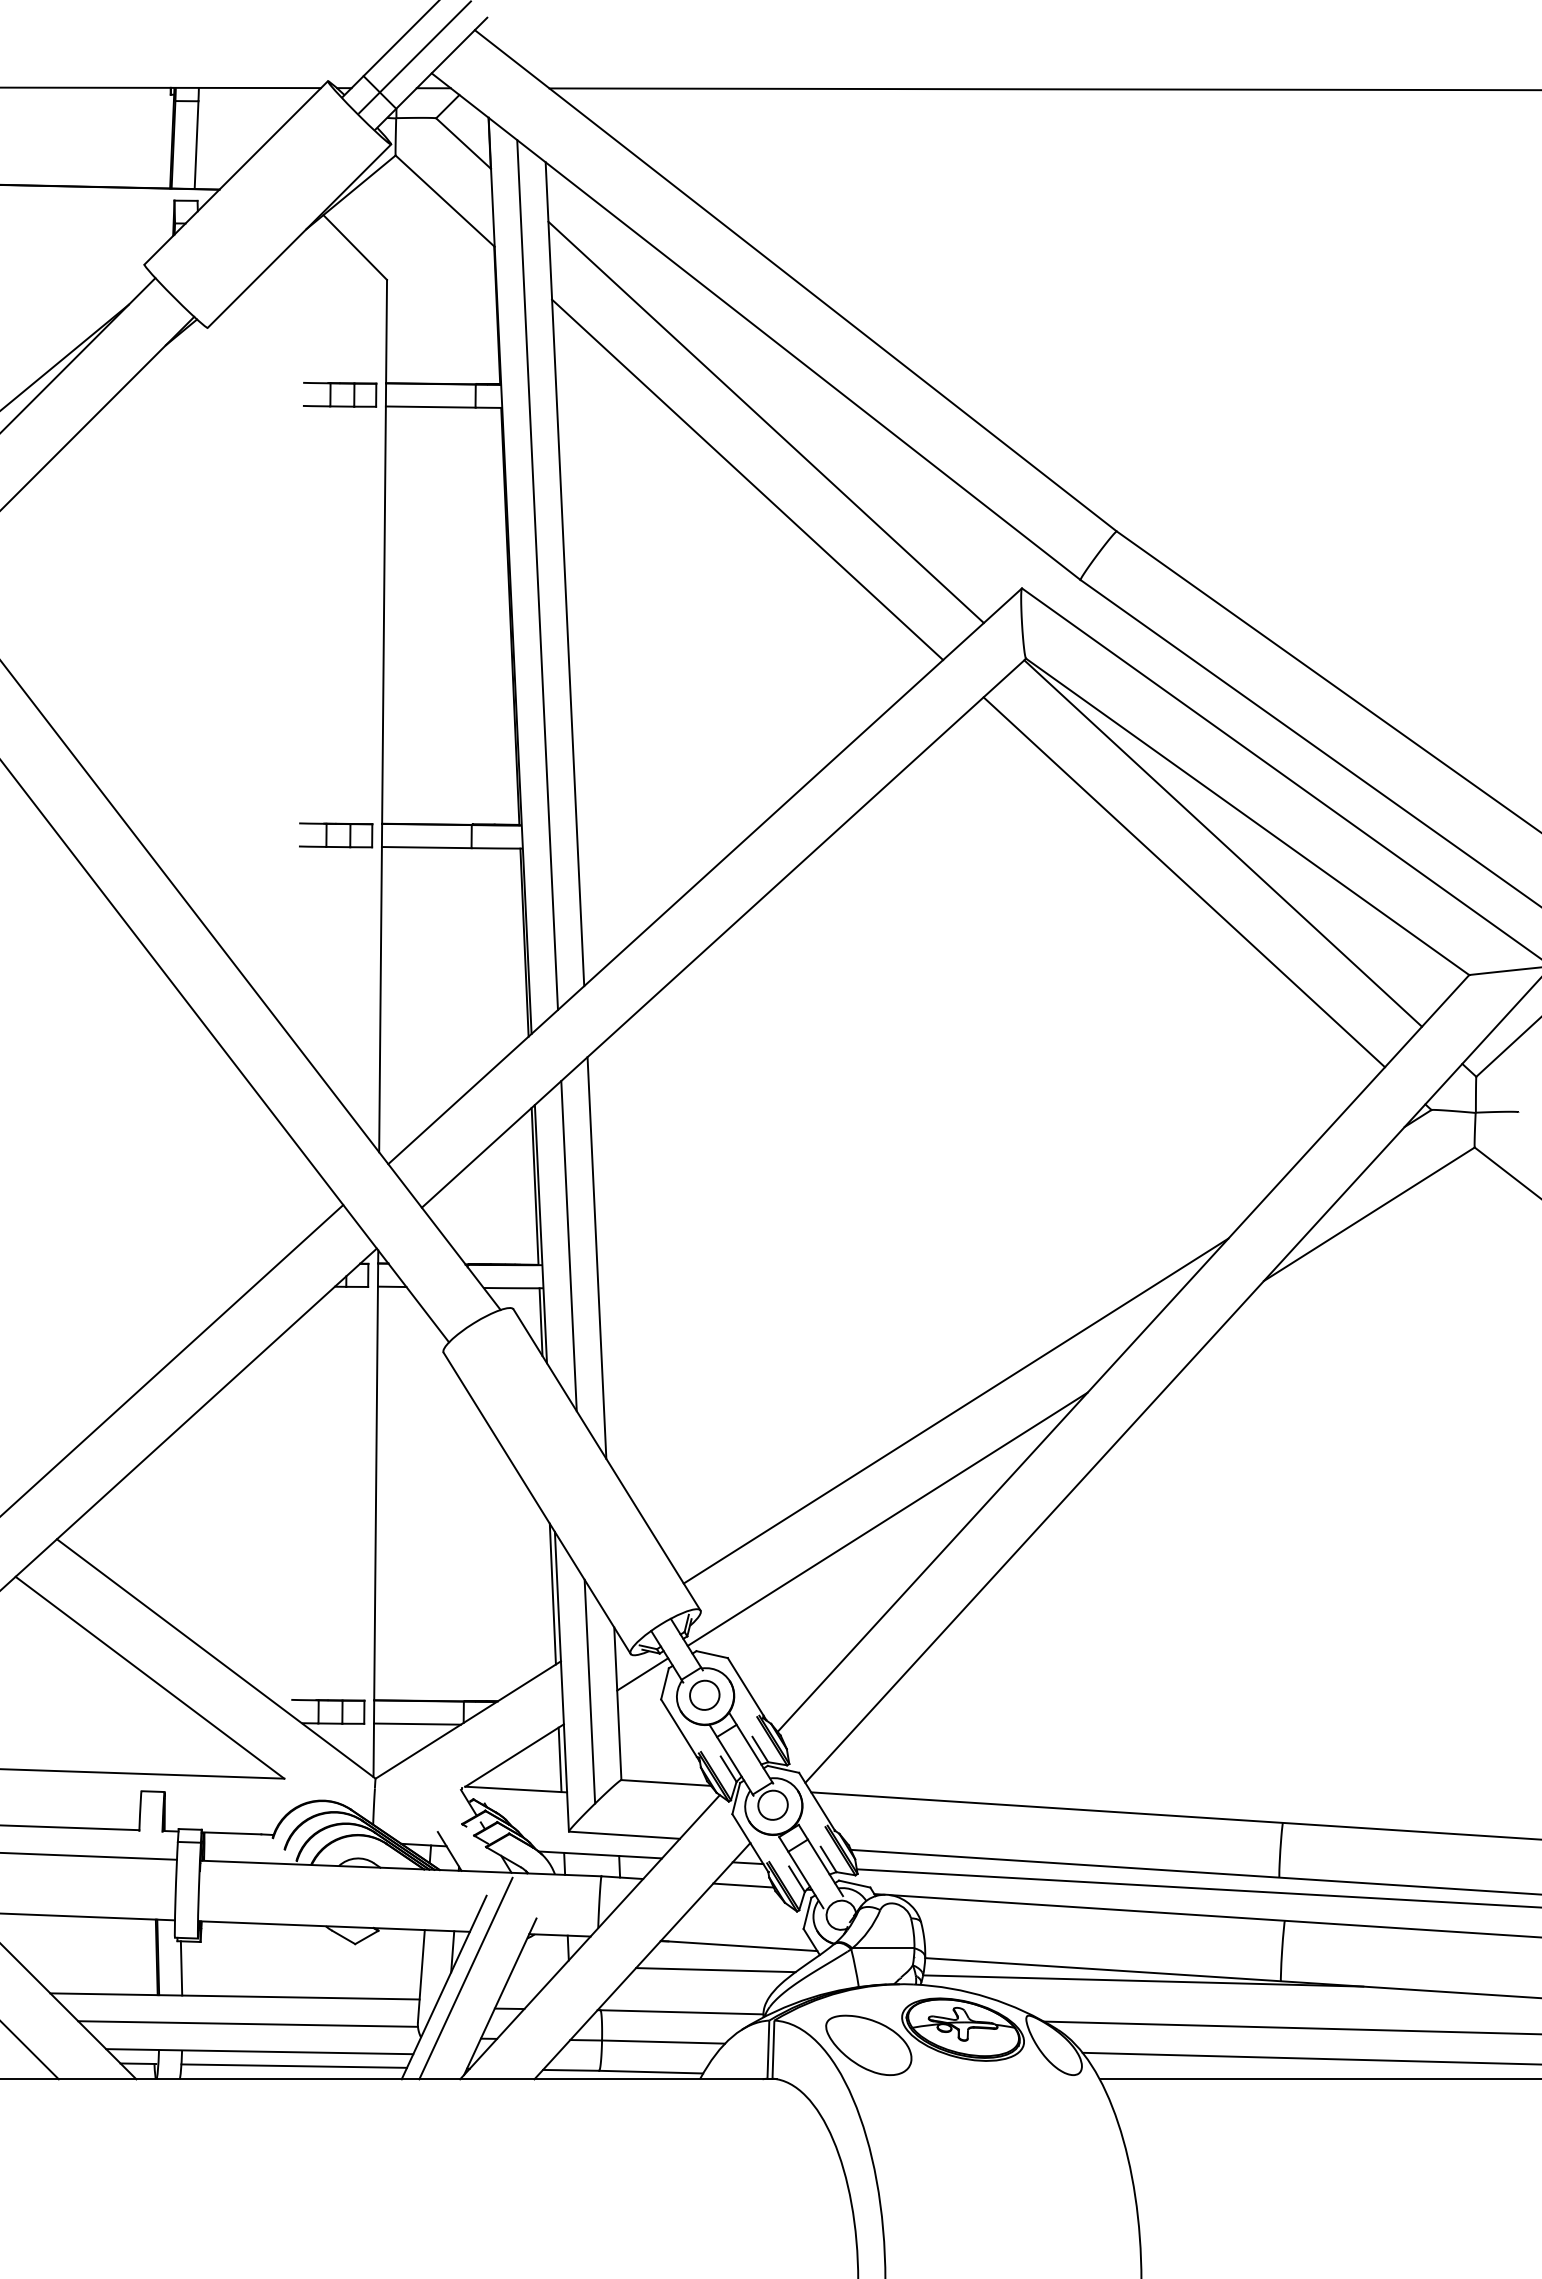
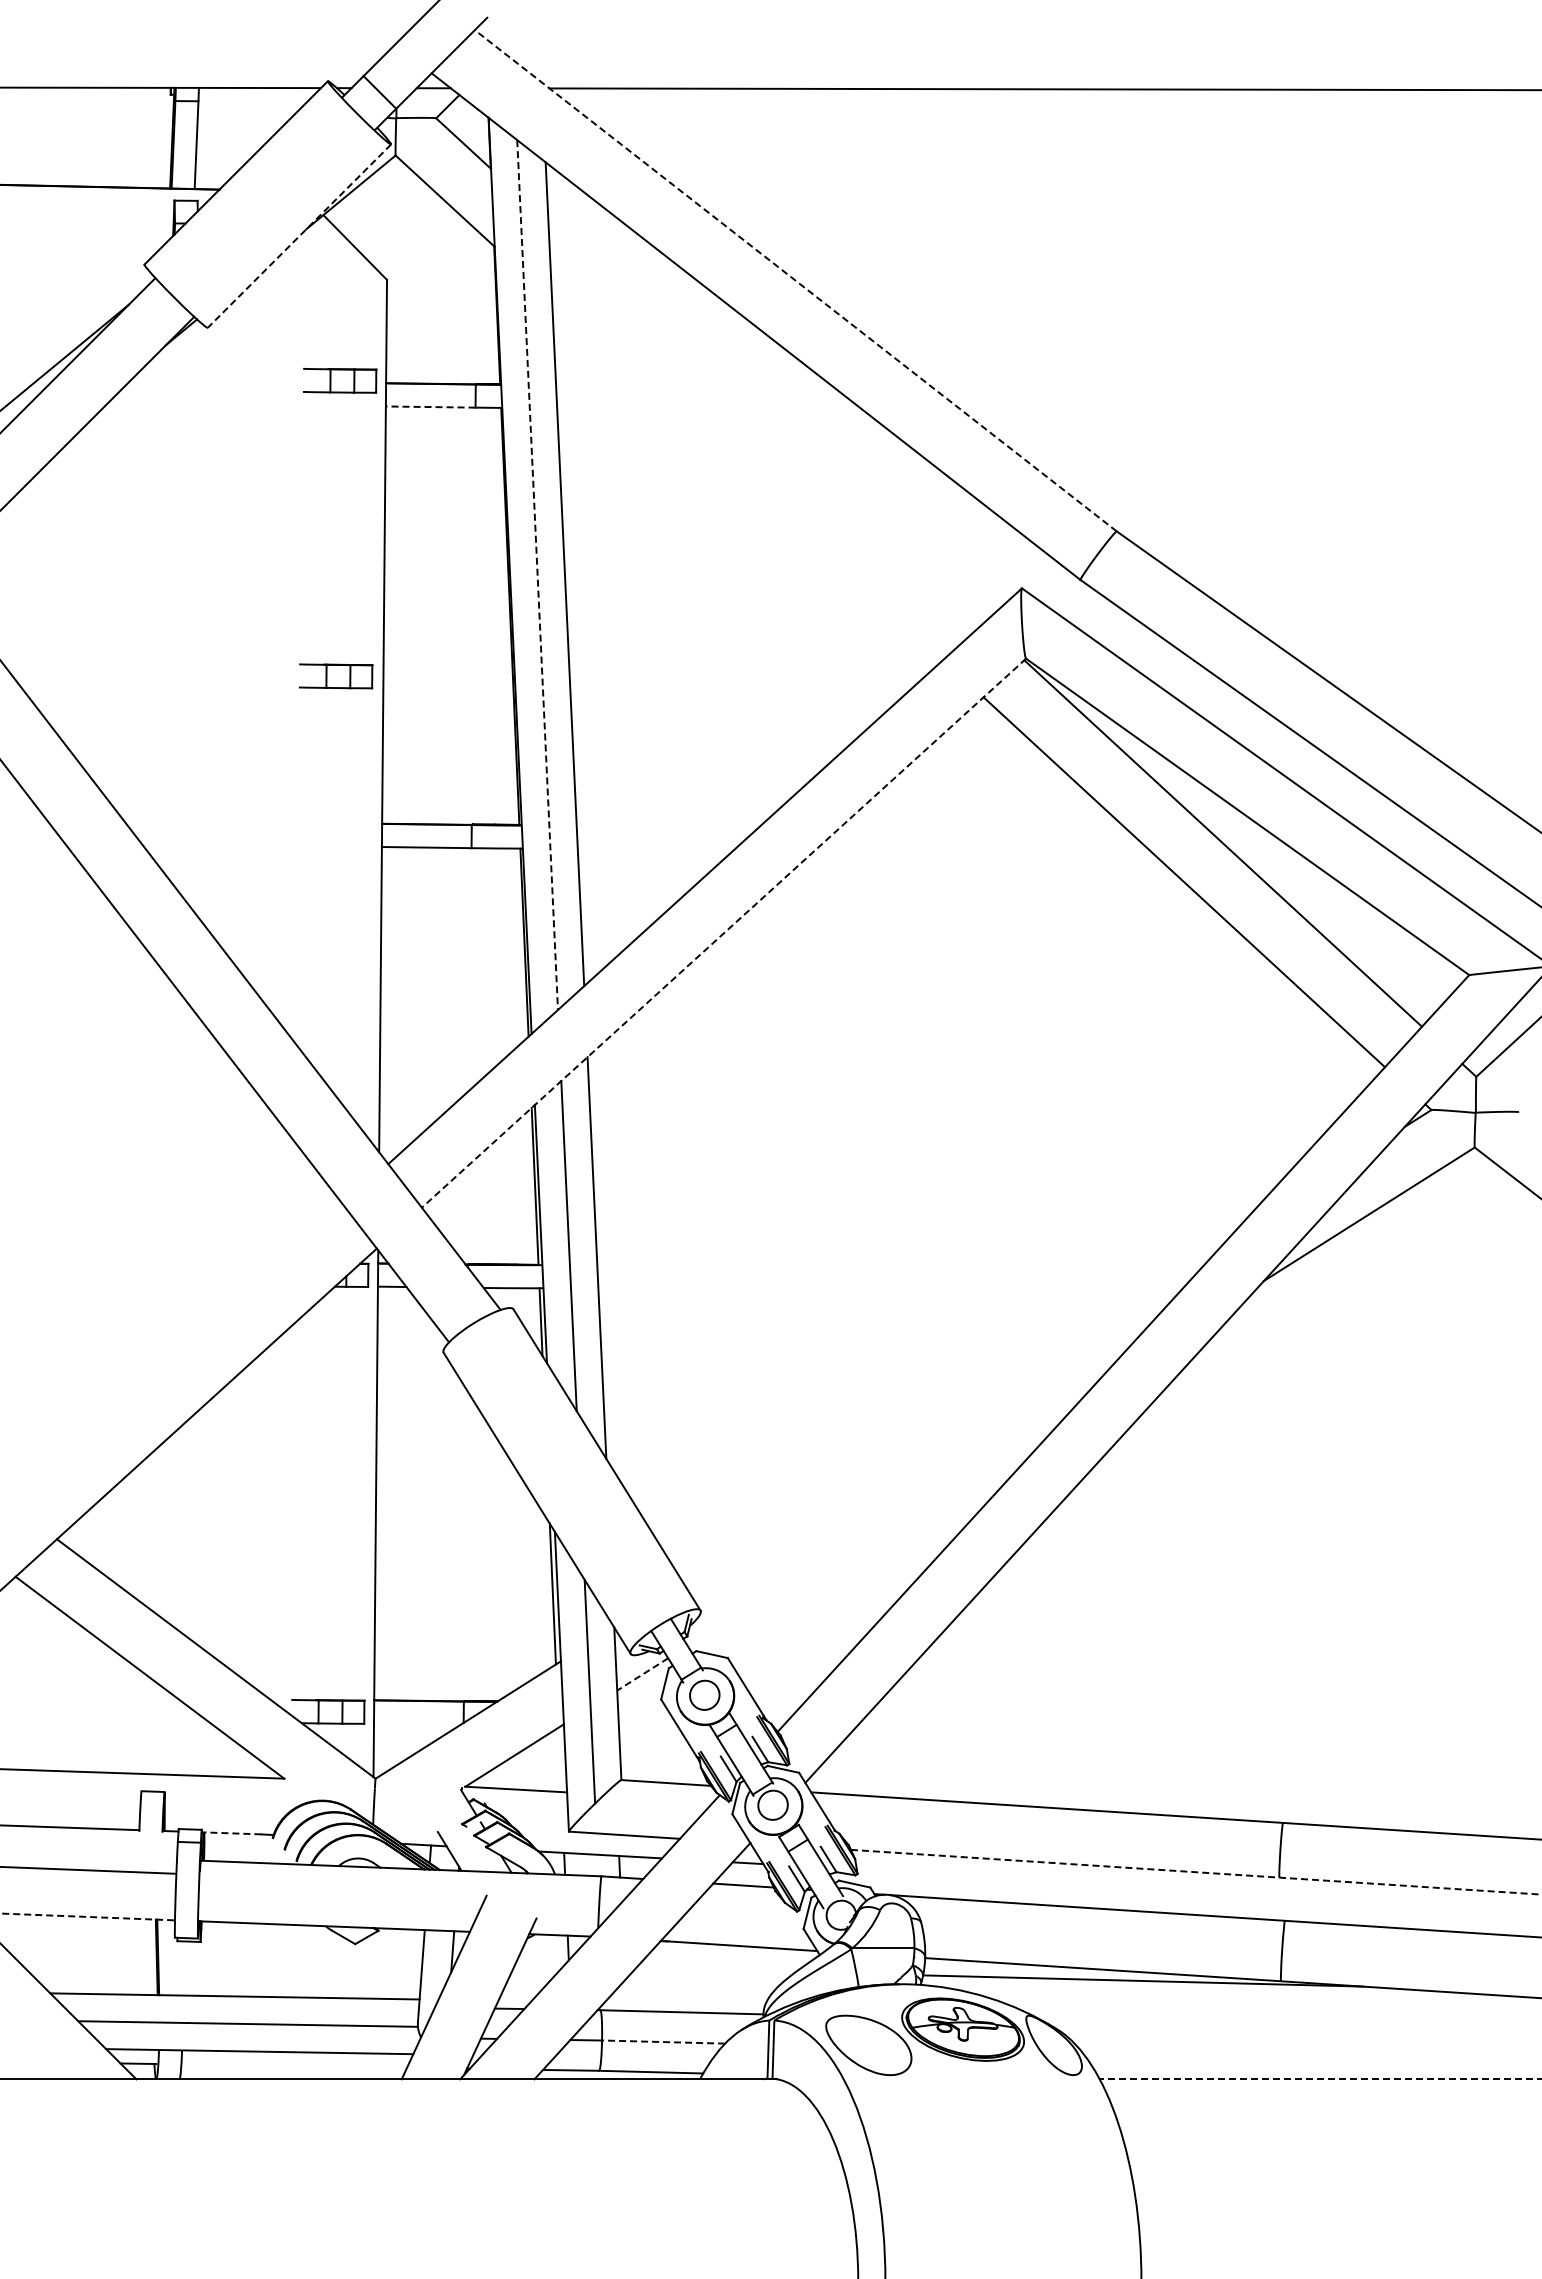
line at (414, 57): present -> none
line at (299, 236): solid -> dashed
line at (795, 280): solid -> dashed
part at (340, 394) position: (340, 394) -> (340, 380)
line at (430, 407): solid -> dashed
line at (765, 422): present -> none
line at (747, 479): present -> none
line at (537, 575): solid -> dashed
part at (336, 835) position: (336, 835) -> (336, 676)
line at (723, 933): solid -> dashed
line at (172, 1359): present -> none
line at (955, 1410): present -> none
line at (887, 1518): present -> none
line at (642, 1674): solid -> dashed
line at (417, 1723): present -> none
line at (559, 1759): present -> none
line at (231, 1833): solid -> dashed
line at (89, 1855) position: (89, 1855) -> (88, 1870)
line at (1196, 1872): solid -> dashed
line at (1197, 1888): present -> none
line at (88, 1916): solid -> dashed
line at (181, 1968): present -> none
line at (715, 1970): present -> none
line at (465, 1978): present -> none
line at (1291, 2027): present -> none
line at (663, 2042): solid -> dashed
line at (30, 2050): present -> none
line at (1310, 2058): present -> none
line at (294, 2065): present -> none
line at (1320, 2079): solid -> dashed
